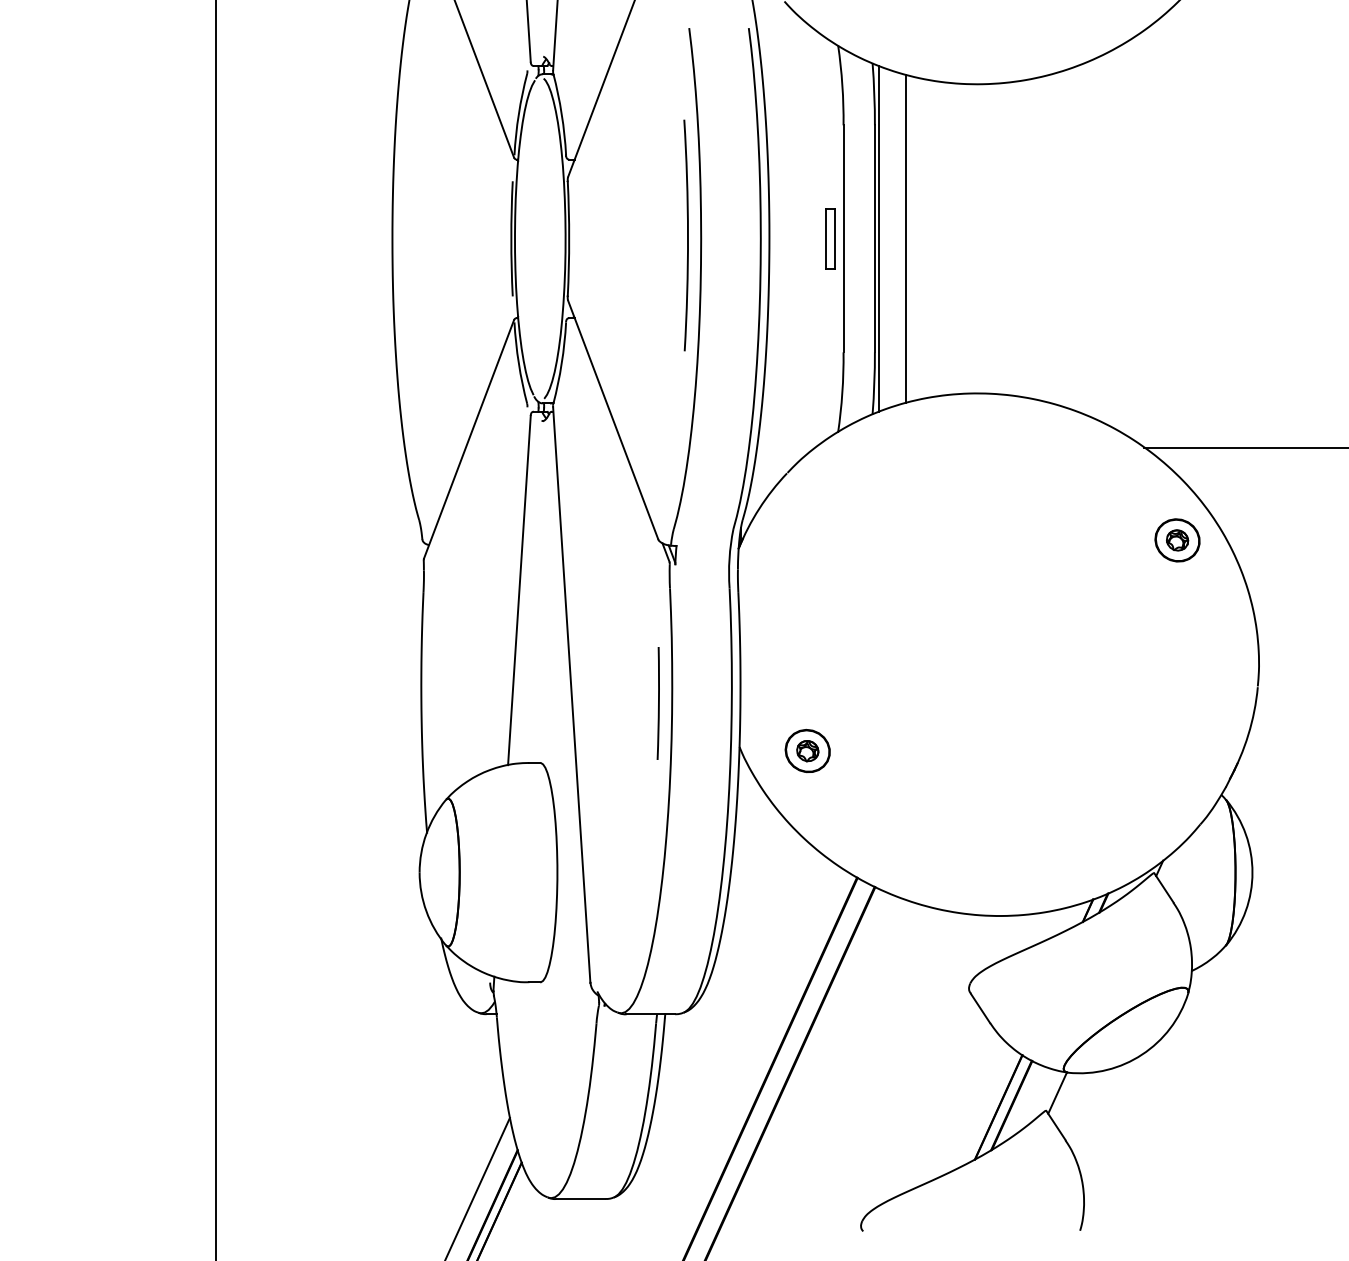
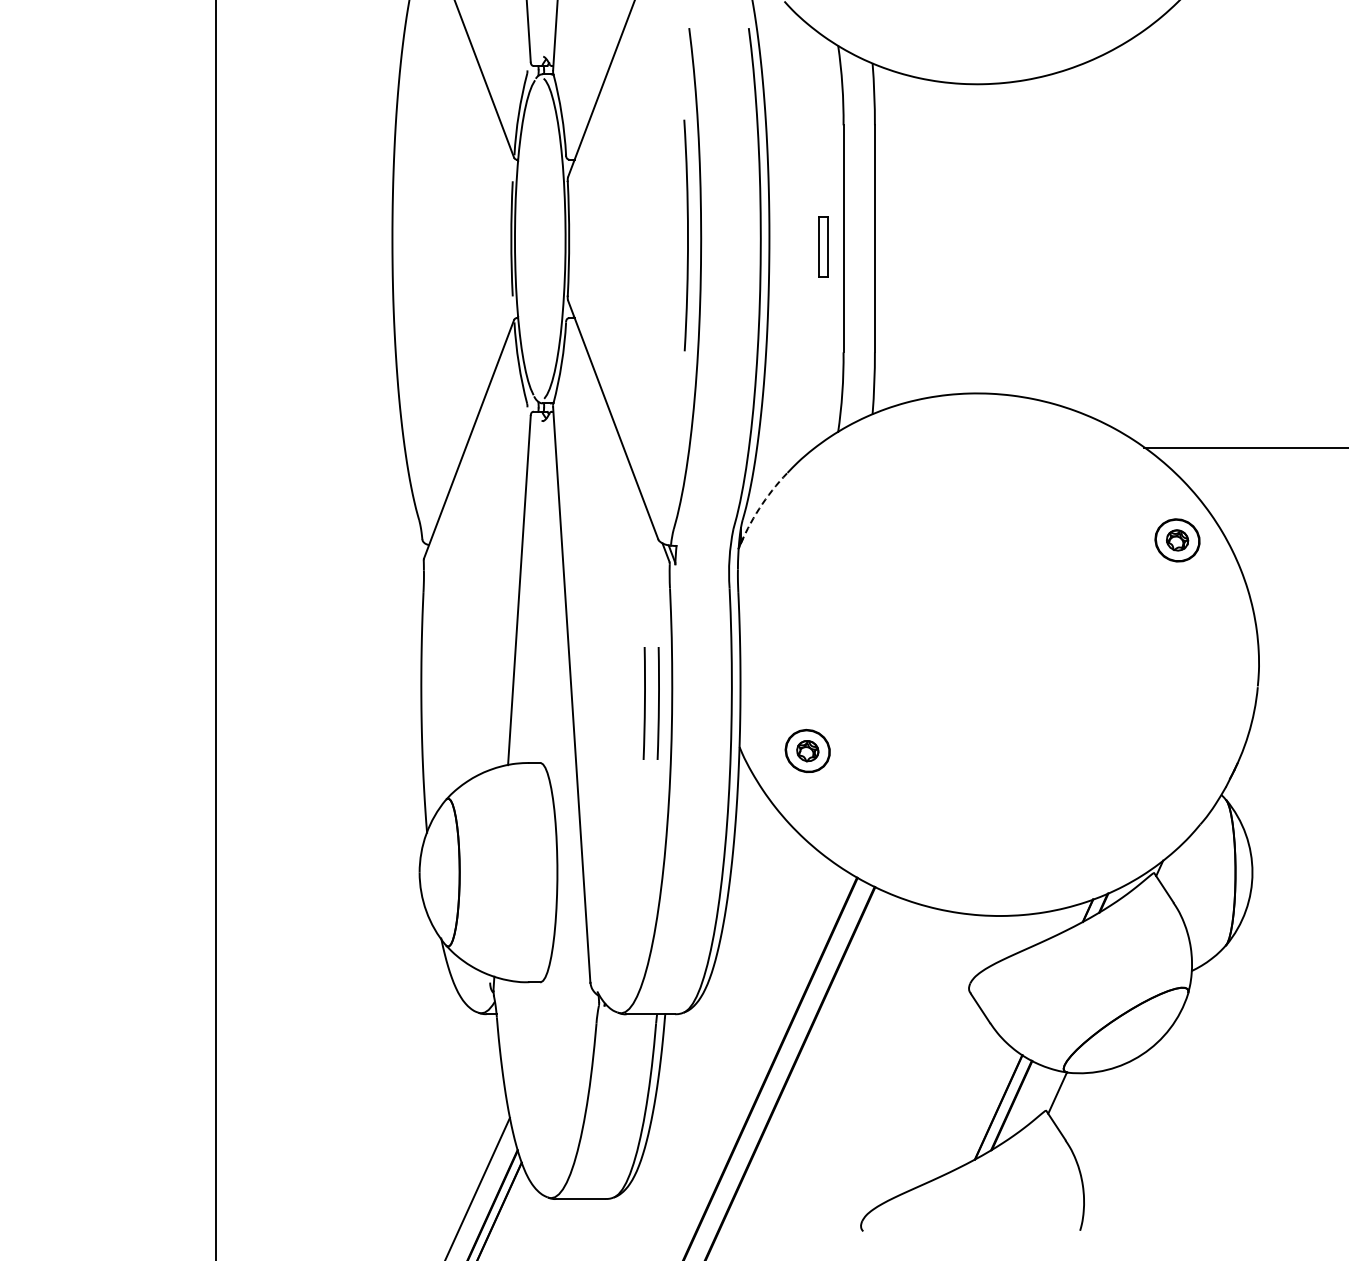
part at (830, 238) position: (830, 238) -> (823, 246)
line at (879, 238): present -> none
line at (906, 238): present -> none
arc at (759, 508): solid -> dashed
line at (644, 703): none -> present
